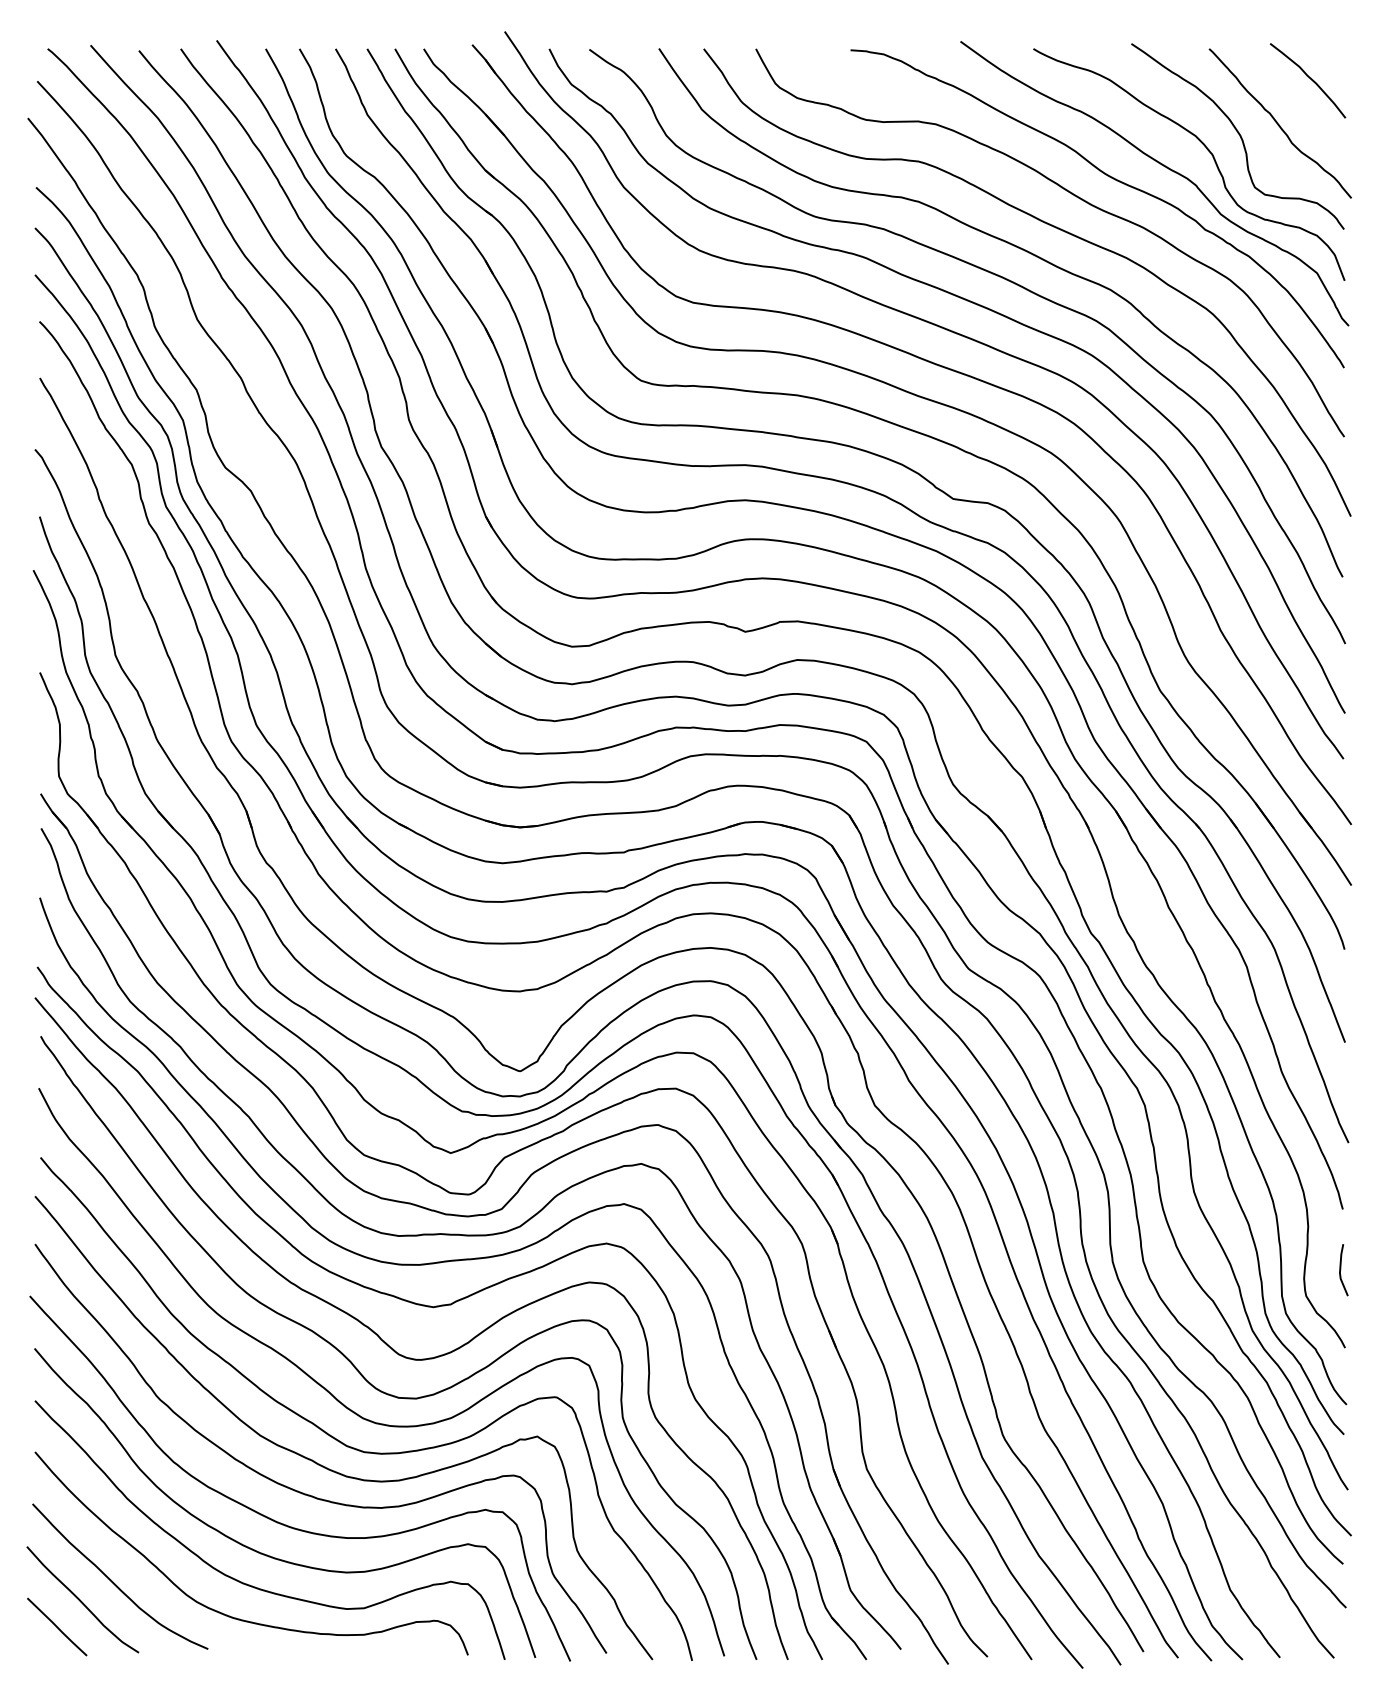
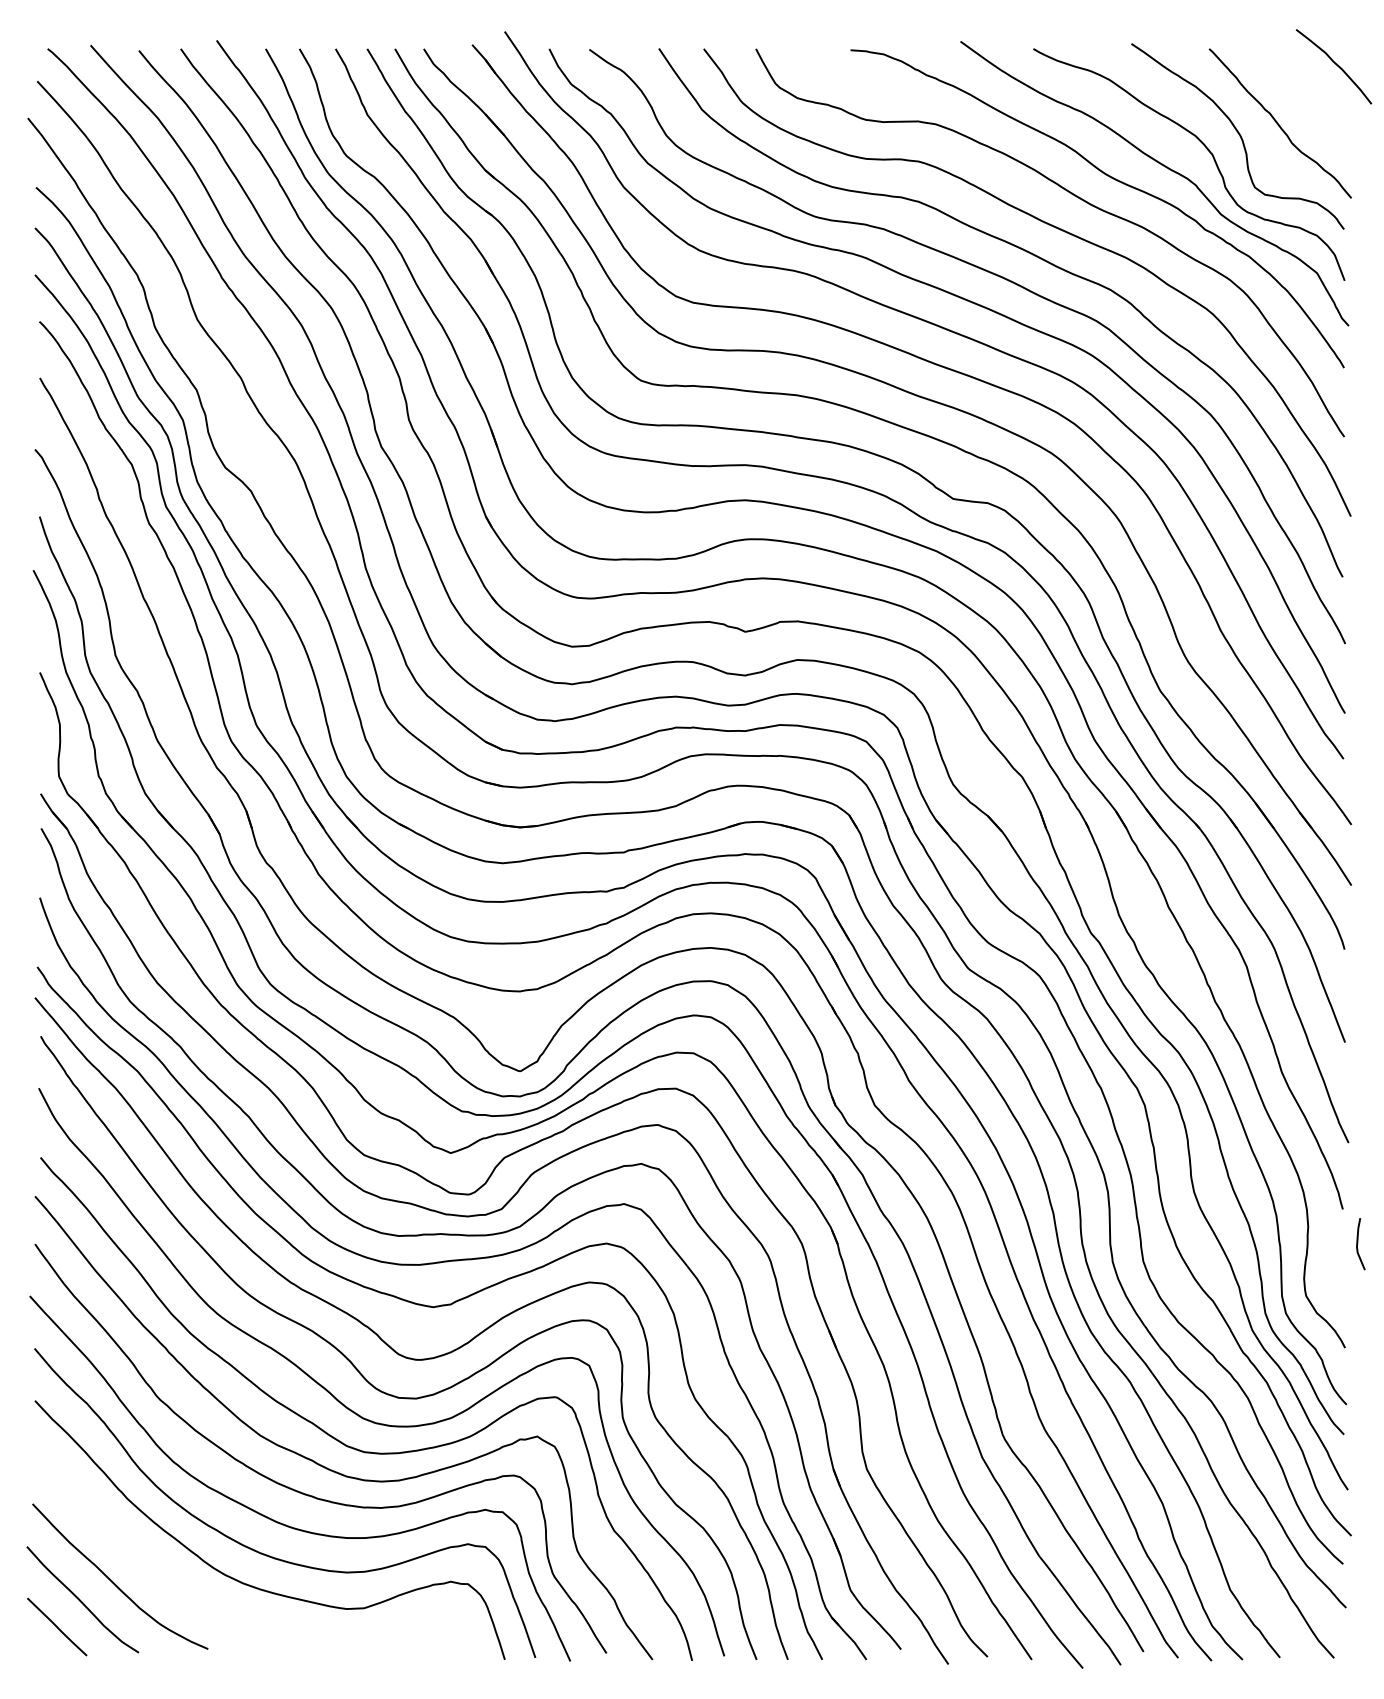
curve at (1309, 78) position: (1309, 78) -> (1335, 64)
line at (1341, 1269) position: (1341, 1269) -> (1358, 1243)
curve at (227, 1614): present -> none
